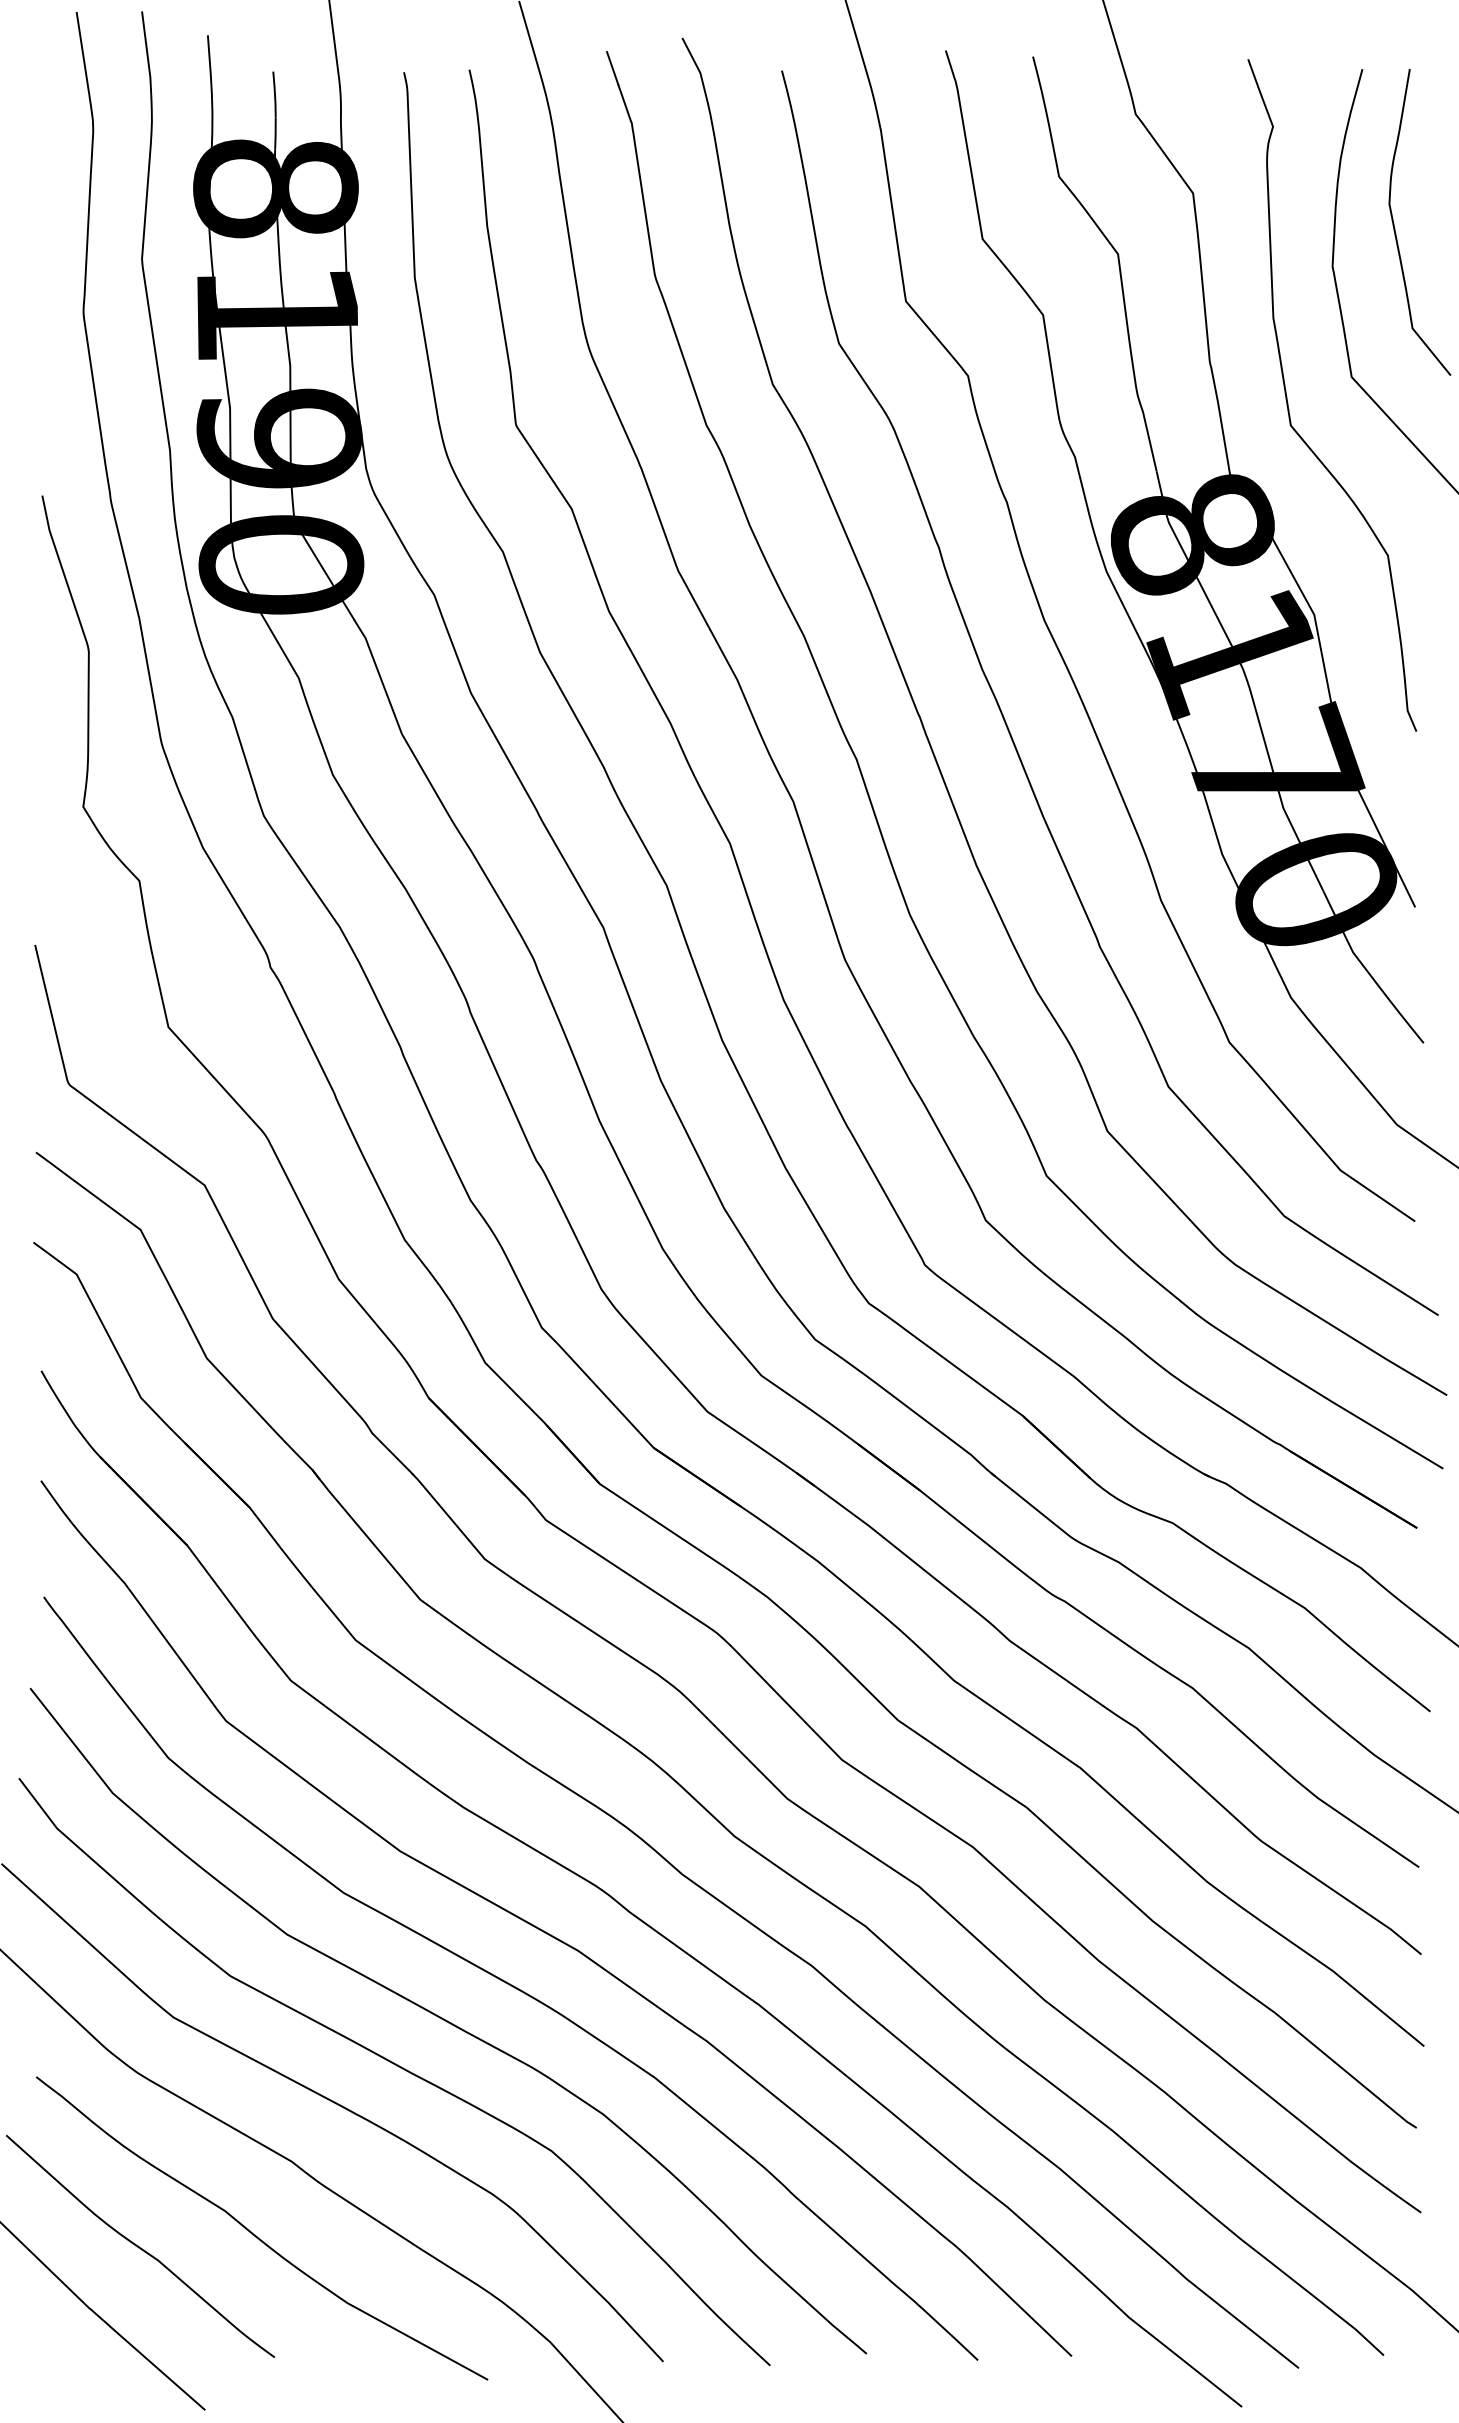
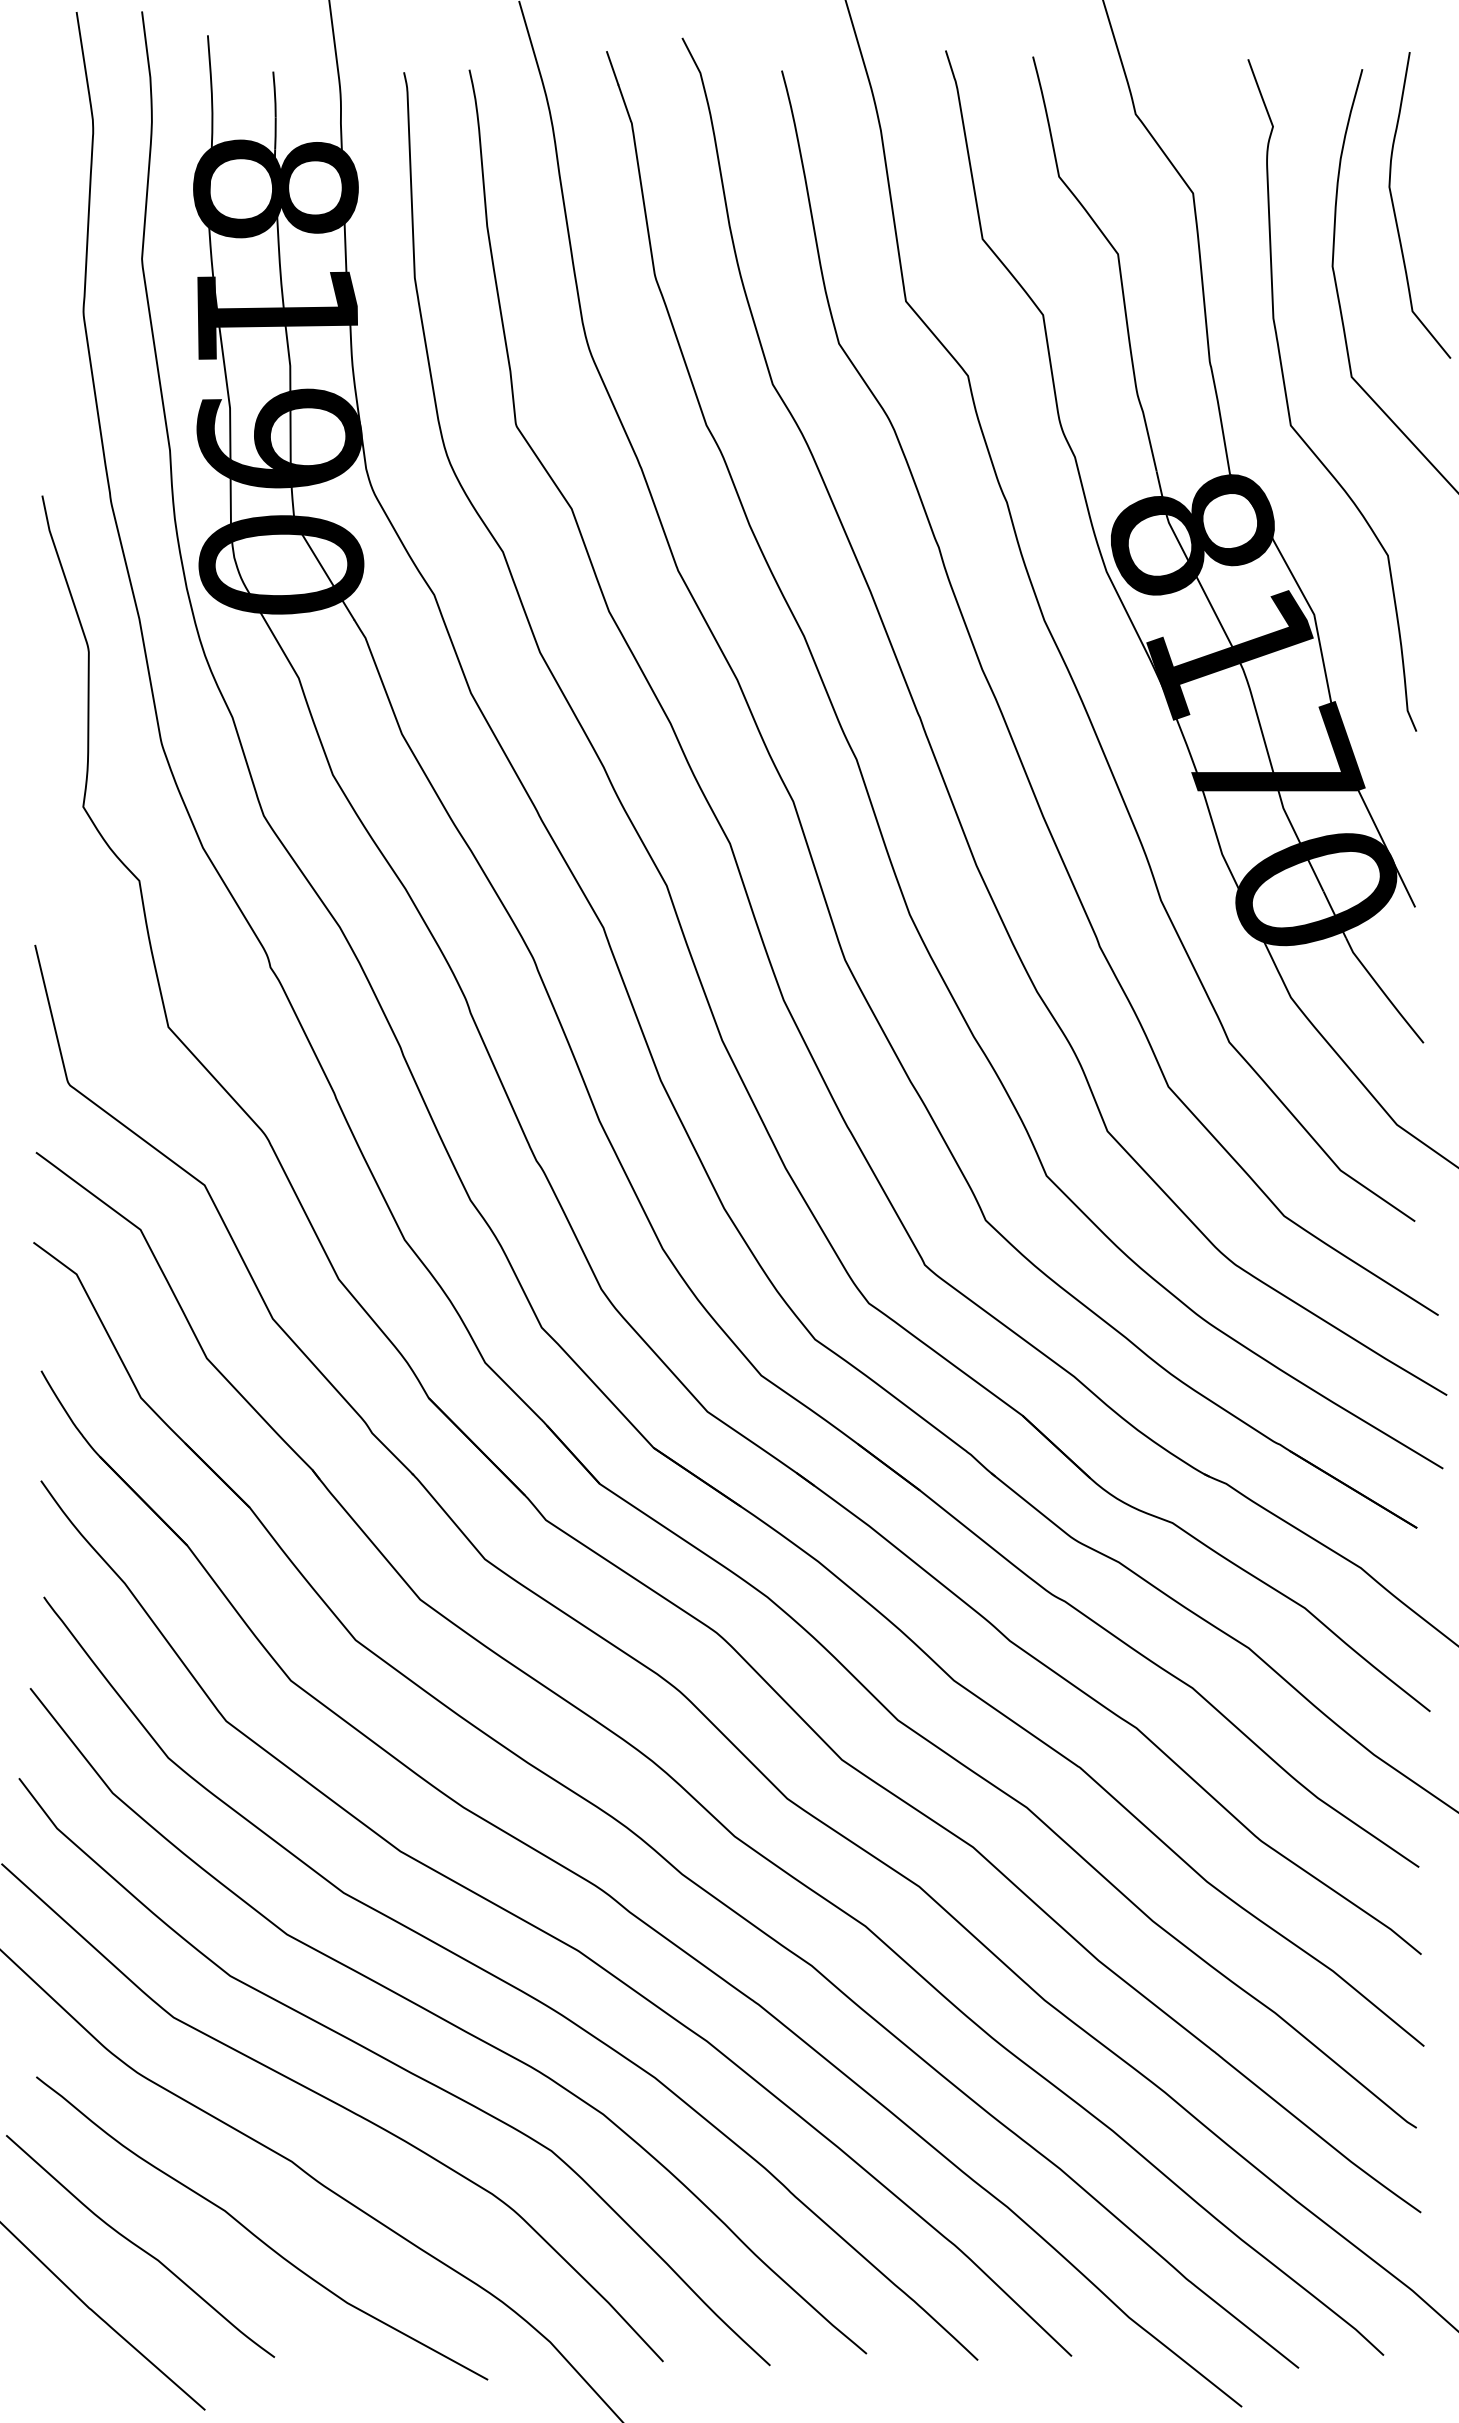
curve at (1395, 228) position: (1395, 228) -> (1395, 211)
